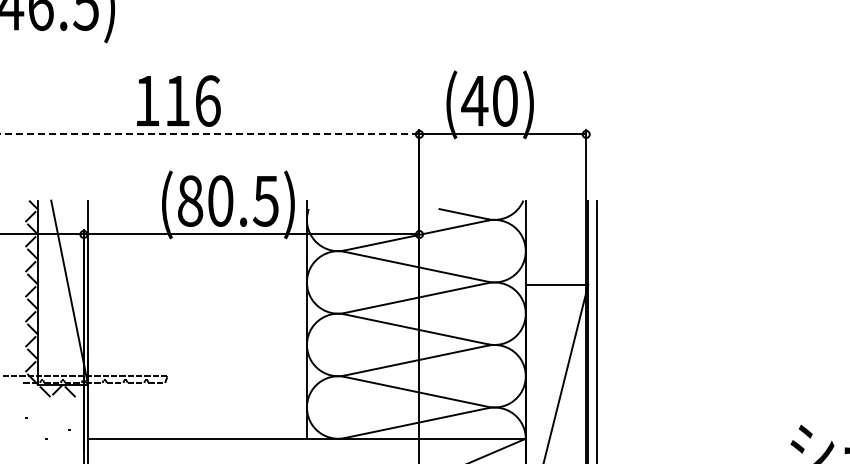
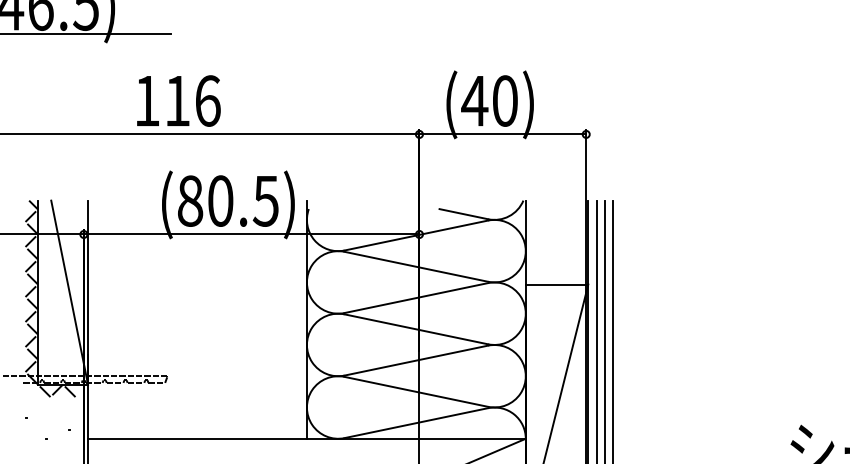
line at (86, 34): none -> present
line at (209, 134): dashed -> solid
line at (604, 330): none -> present
line at (613, 330): none -> present
